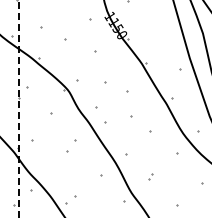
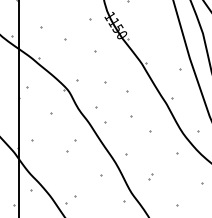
line at (19, 109): dashed -> solid
